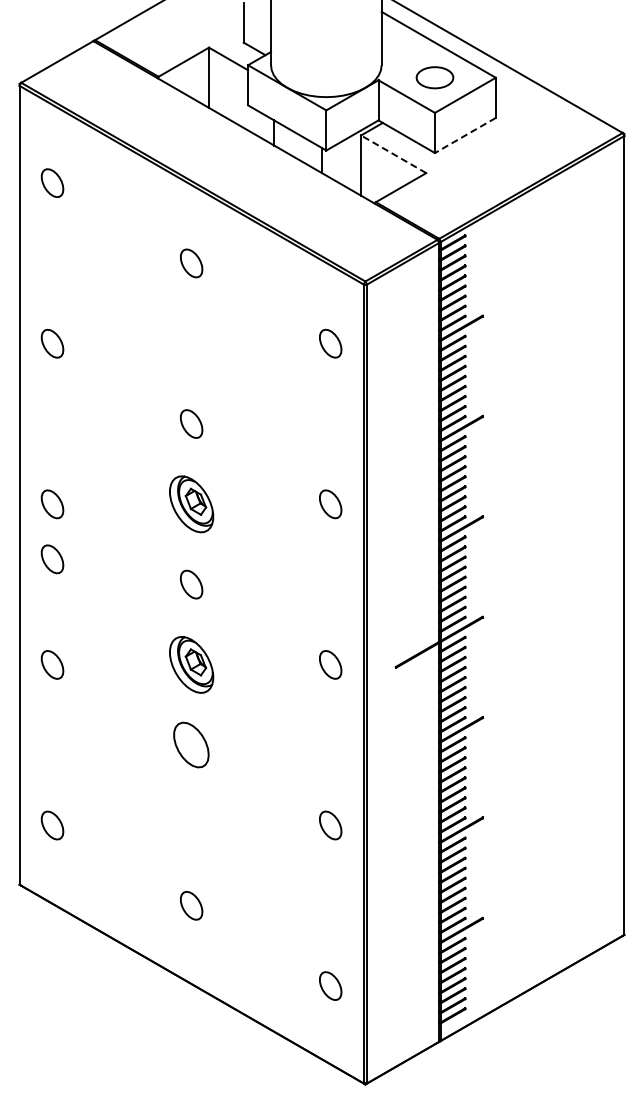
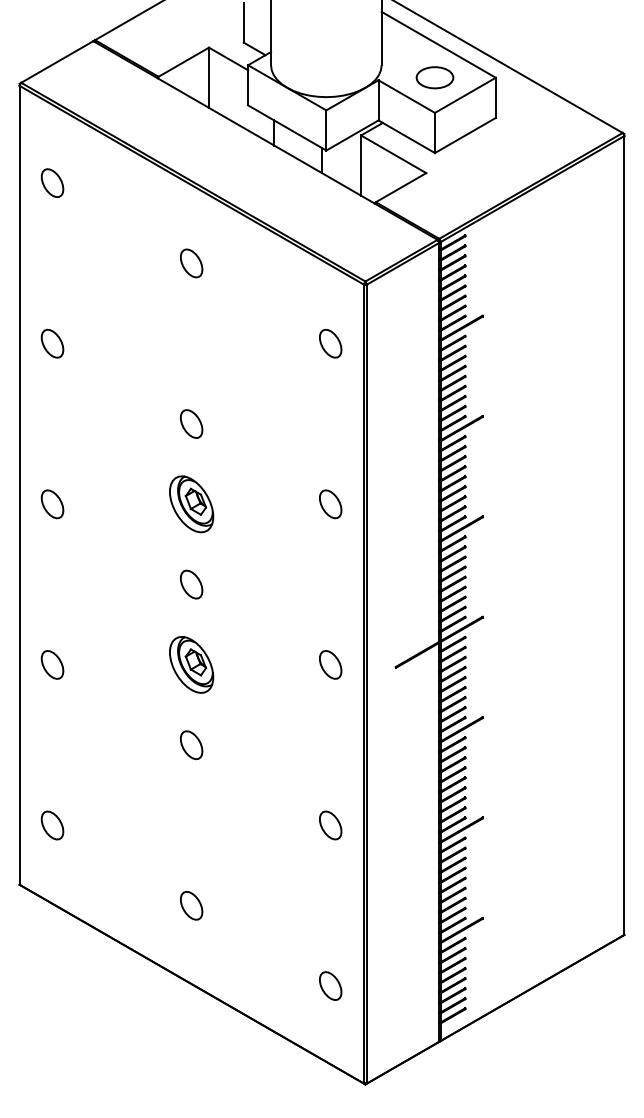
line at (464, 135): dashed -> solid
line at (393, 154): dashed -> solid
part at (52, 559): present -> none
part at (191, 744) size: 37x48 px -> 24x31 px
